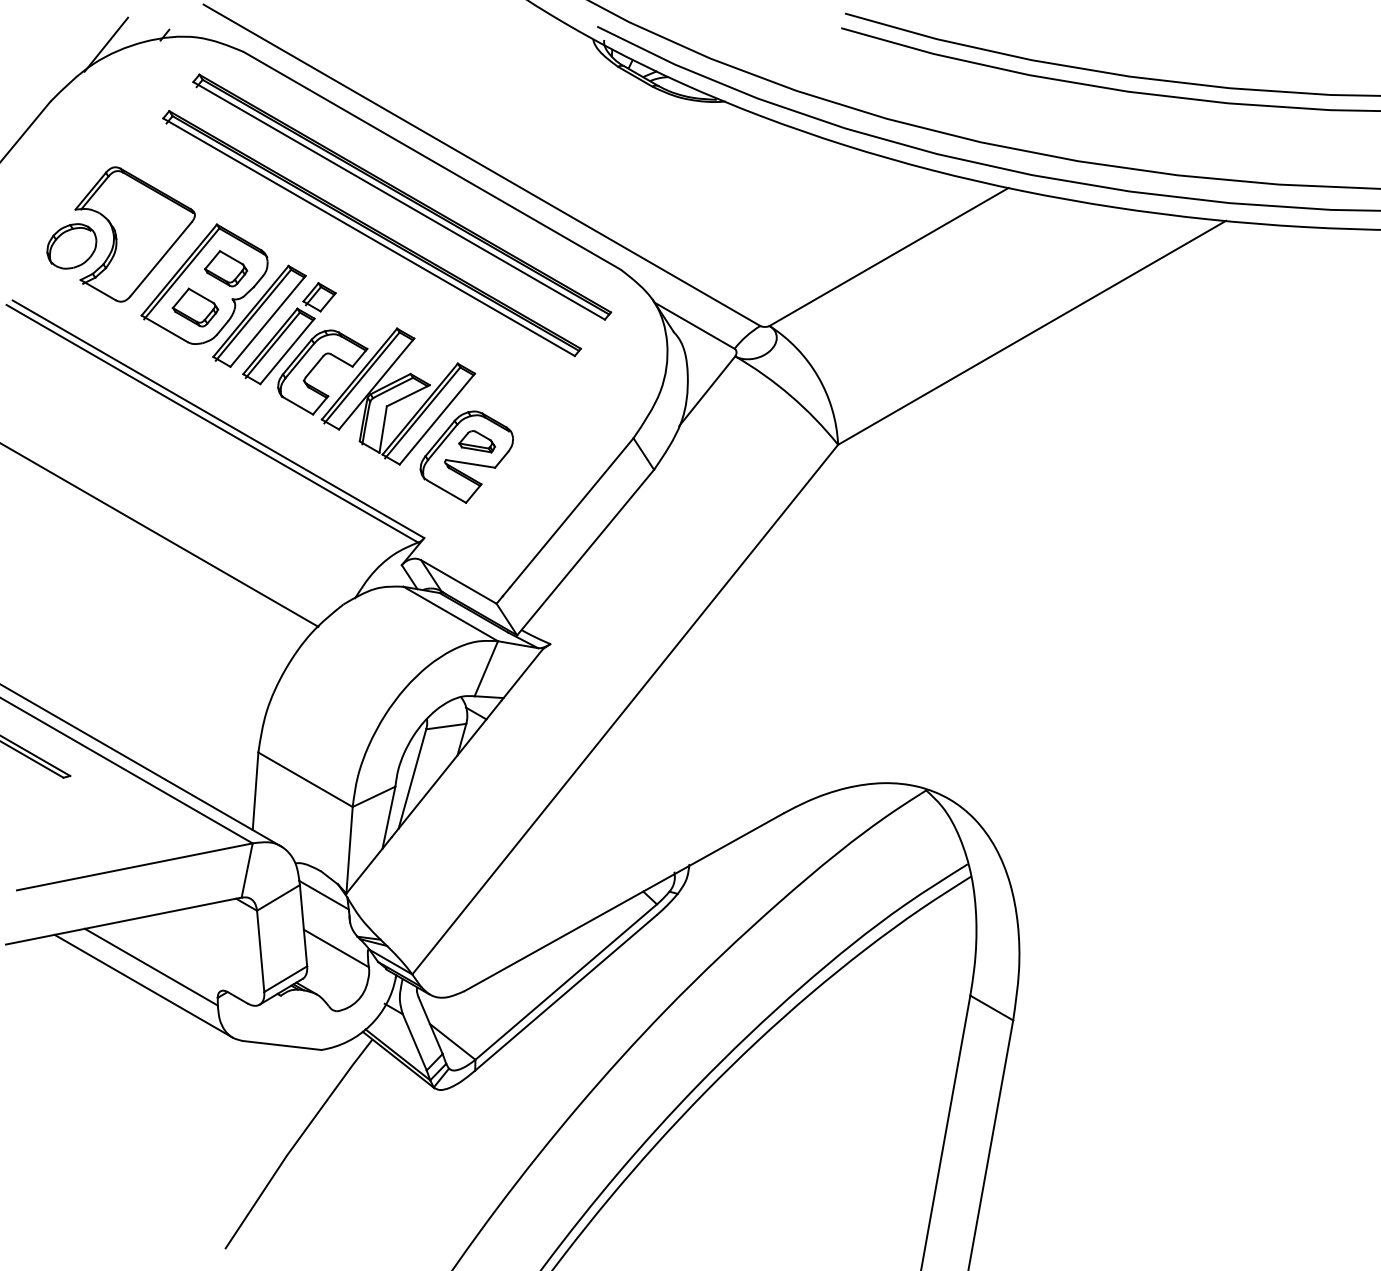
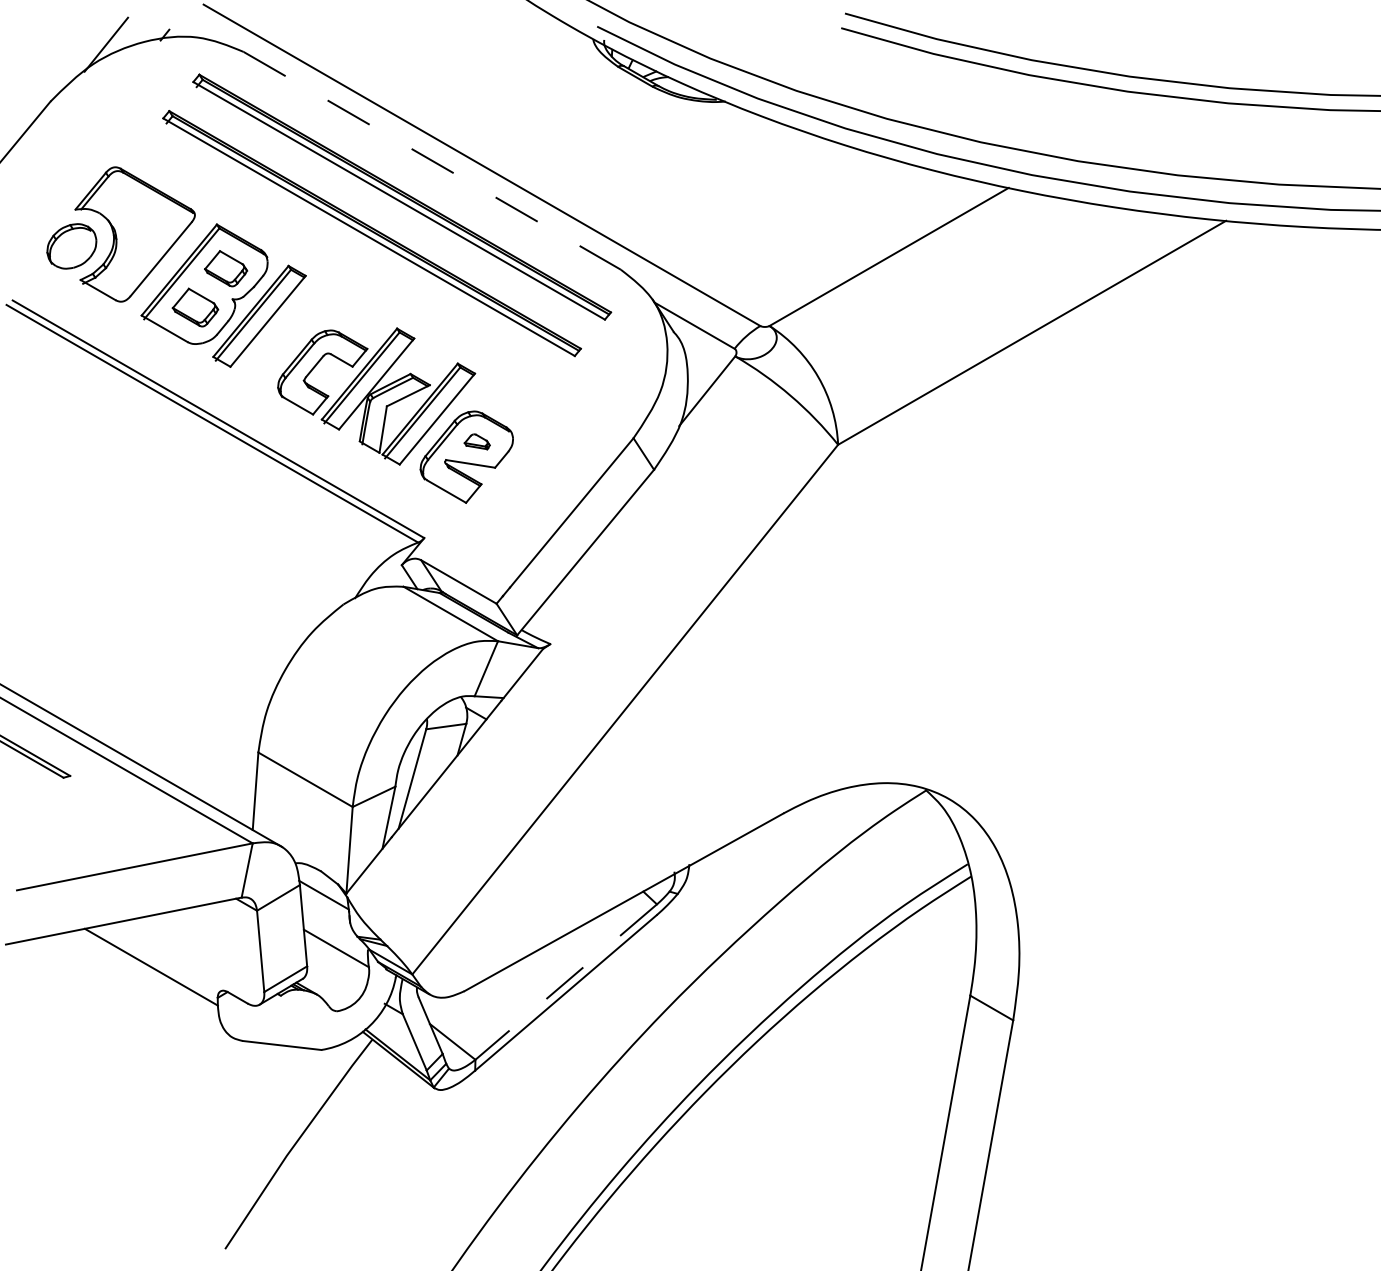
line at (432, 160): solid -> dashed
part at (289, 333): present -> none
part at (477, 441) size: 39x24 px -> 28x18 px
line at (160, 535): present -> none
line at (565, 982): solid -> dashed
line at (143, 985): present -> none
